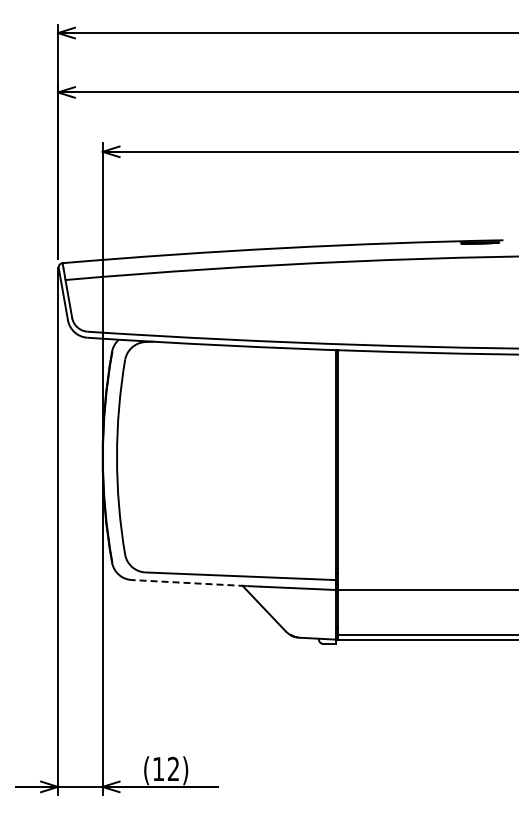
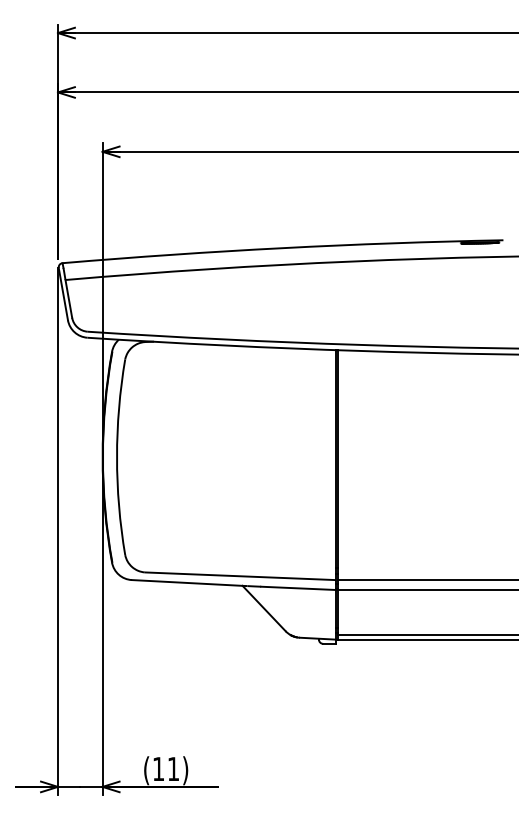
line at (426, 580): none -> present
line at (188, 583): dashed -> solid
text at (172, 768): (12) -> (11)
